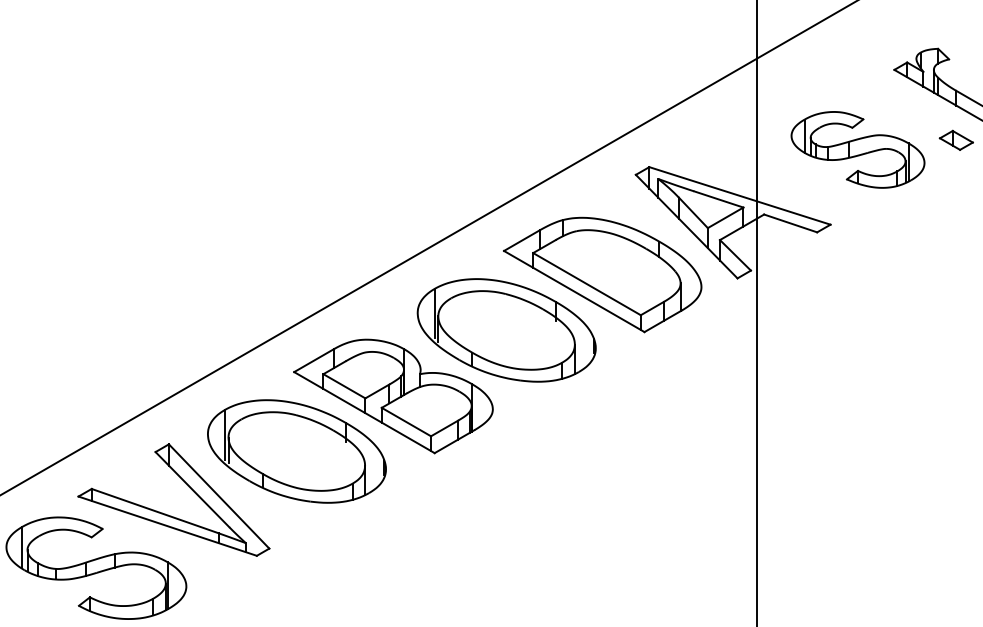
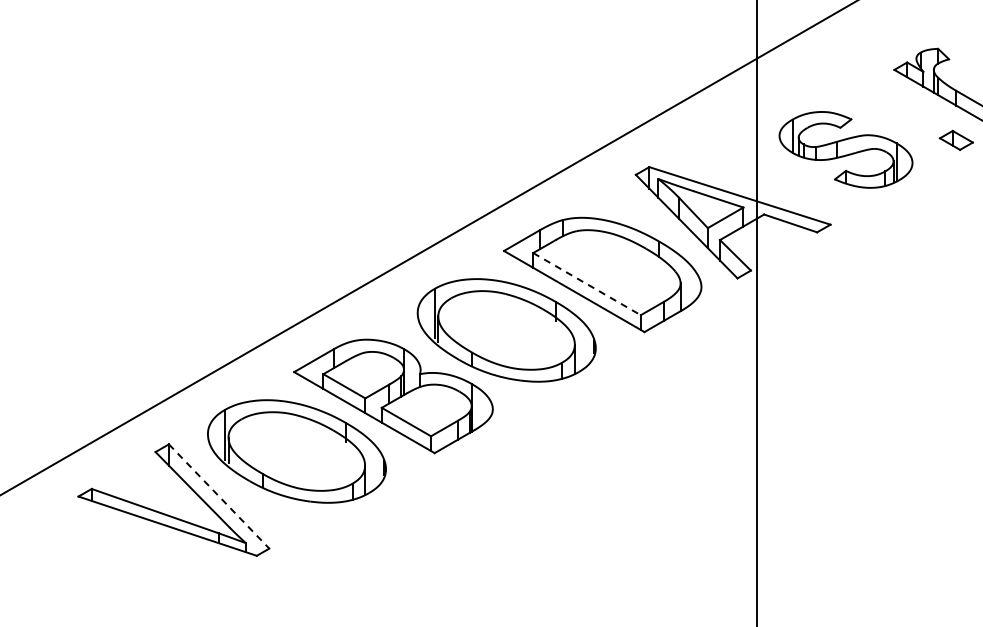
part at (857, 149) position: (857, 149) -> (845, 149)
line at (587, 284): solid -> dashed
line at (219, 496): solid -> dashed
part at (96, 567): present -> none
